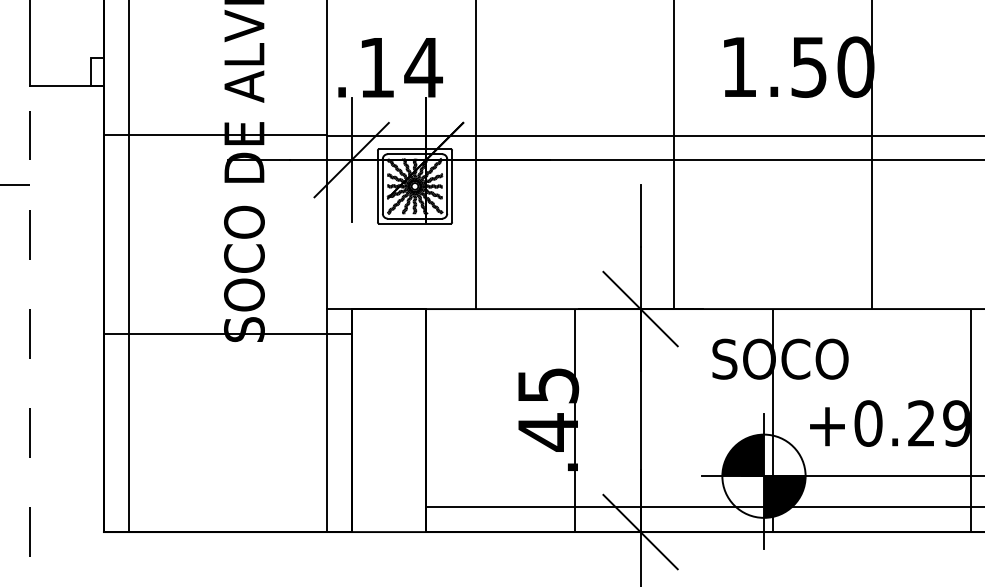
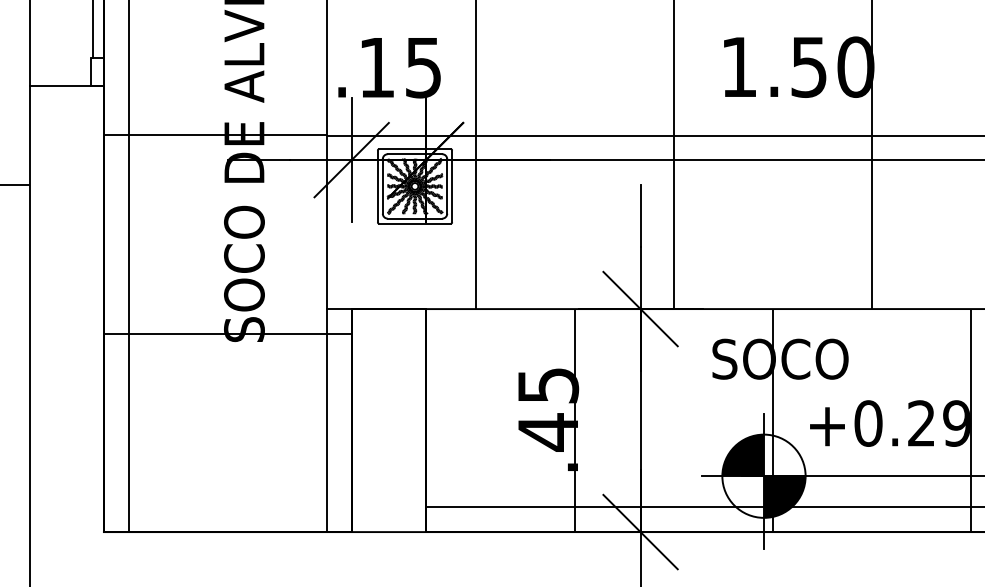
line at (93, 29): none -> present
text at (423, 68): .14 -> .15
line at (29, 336): dashed -> solid
